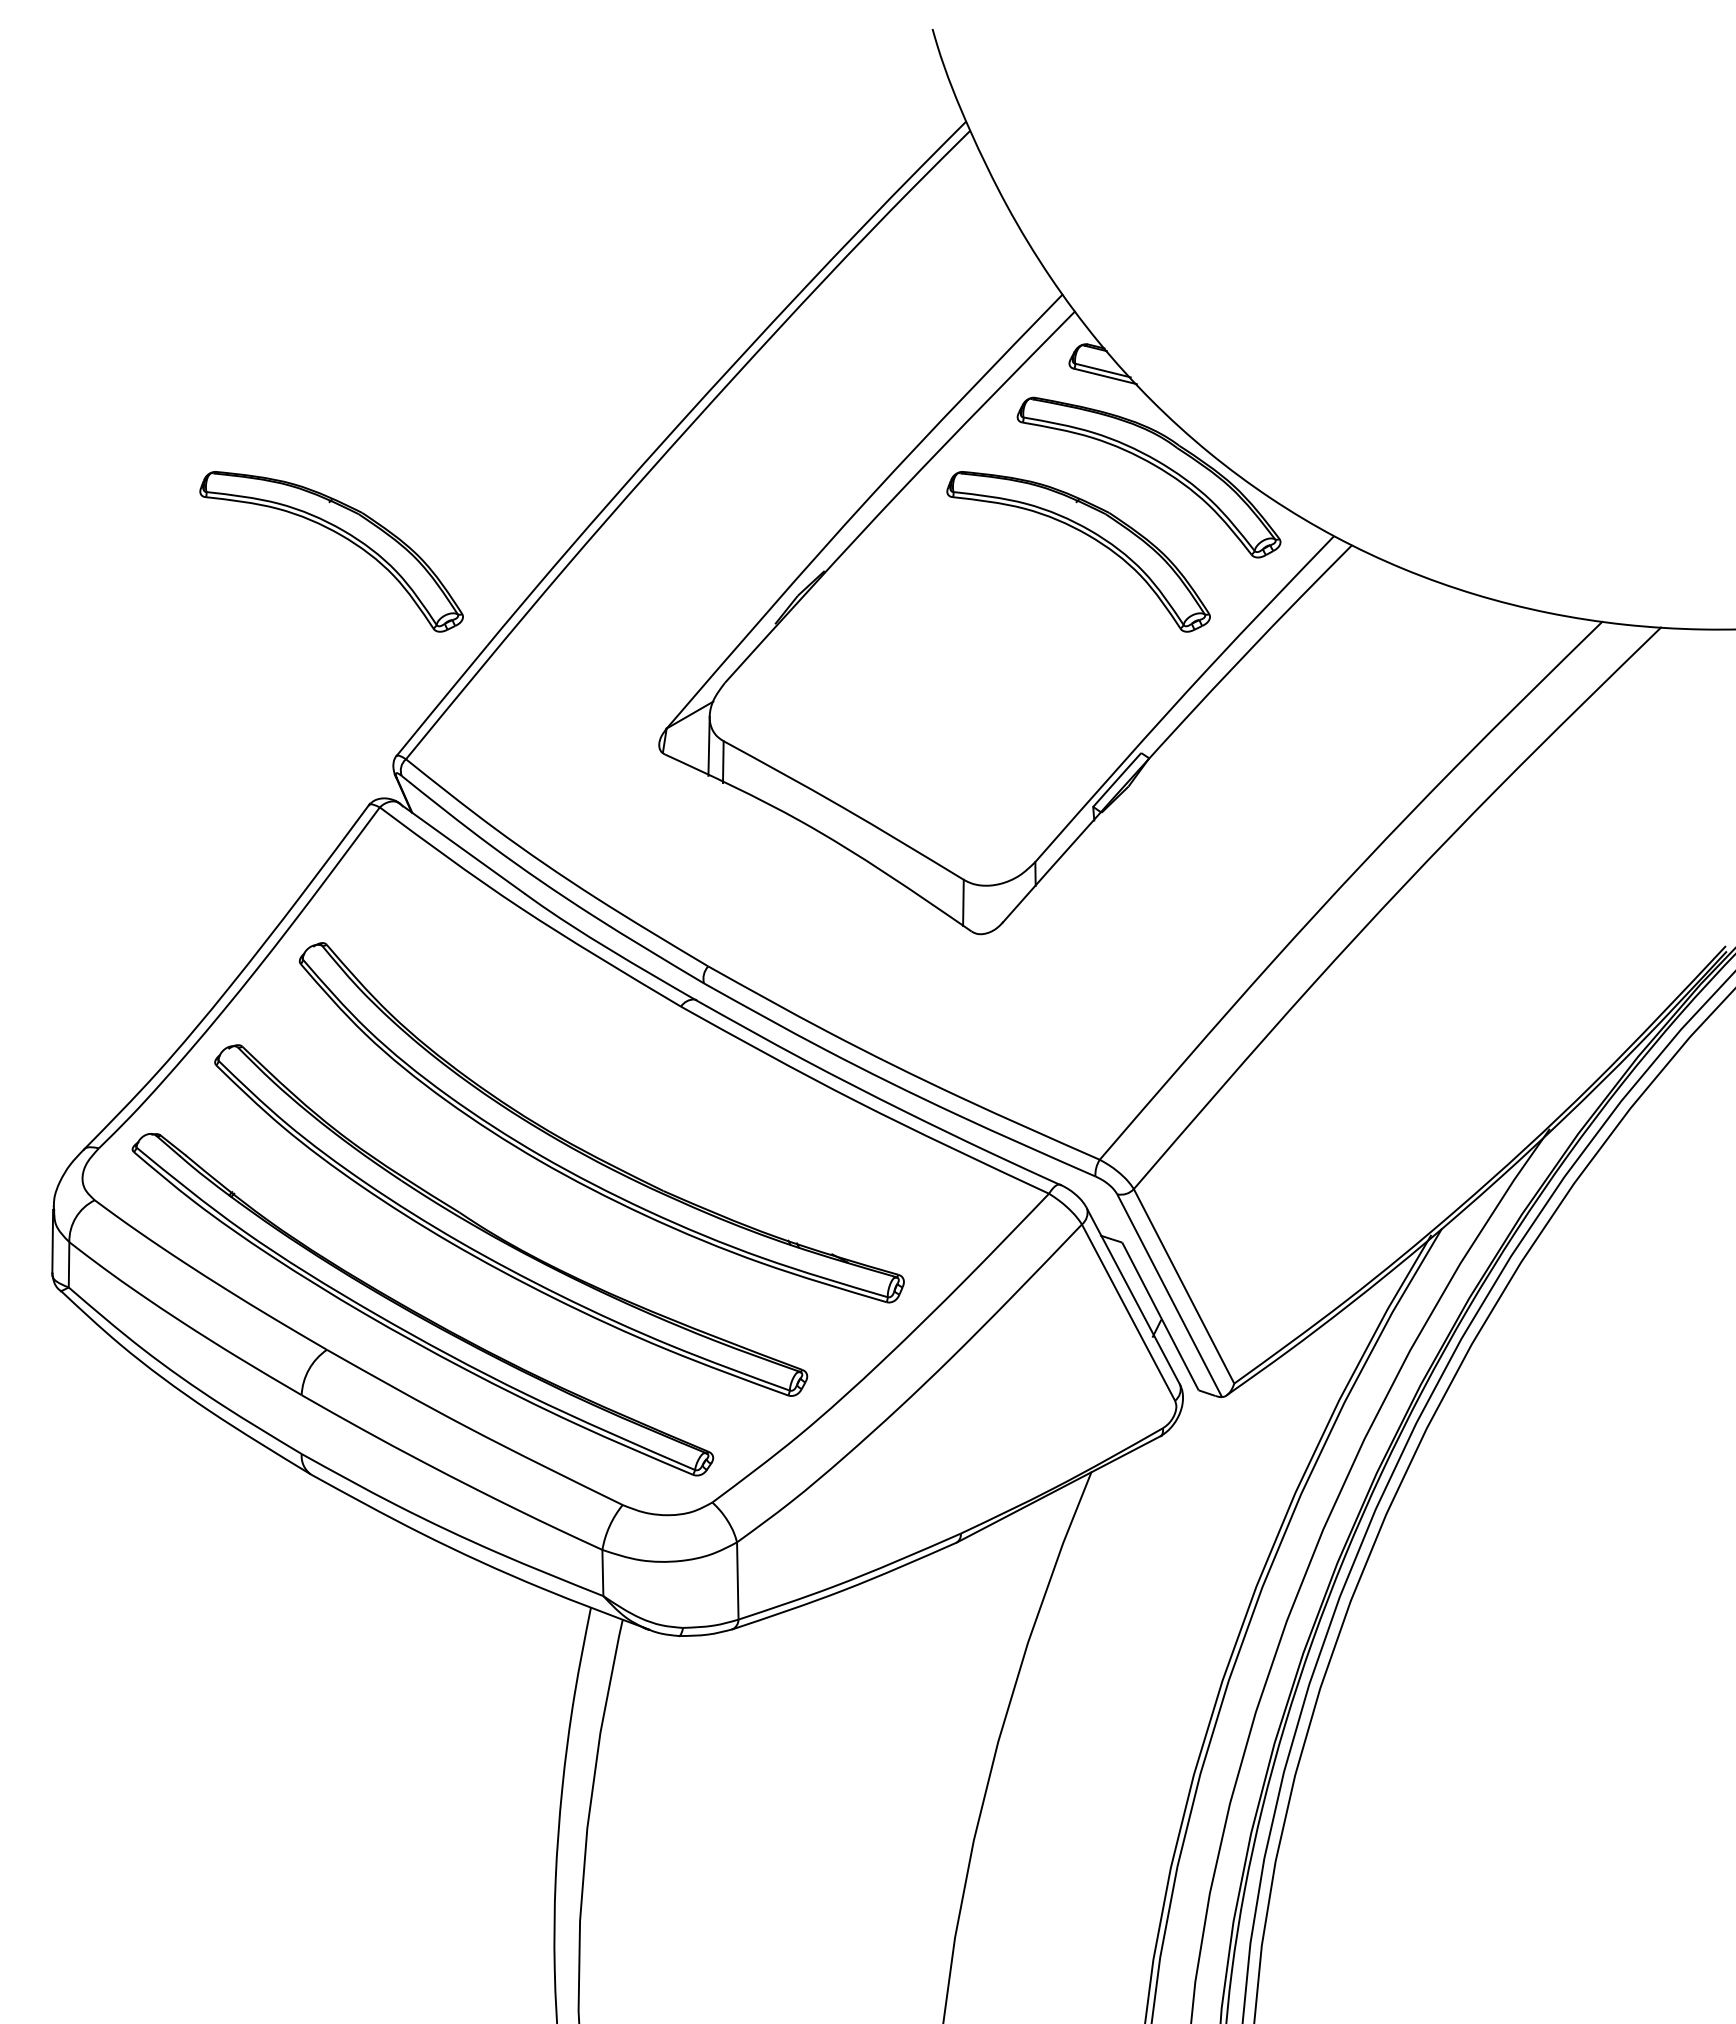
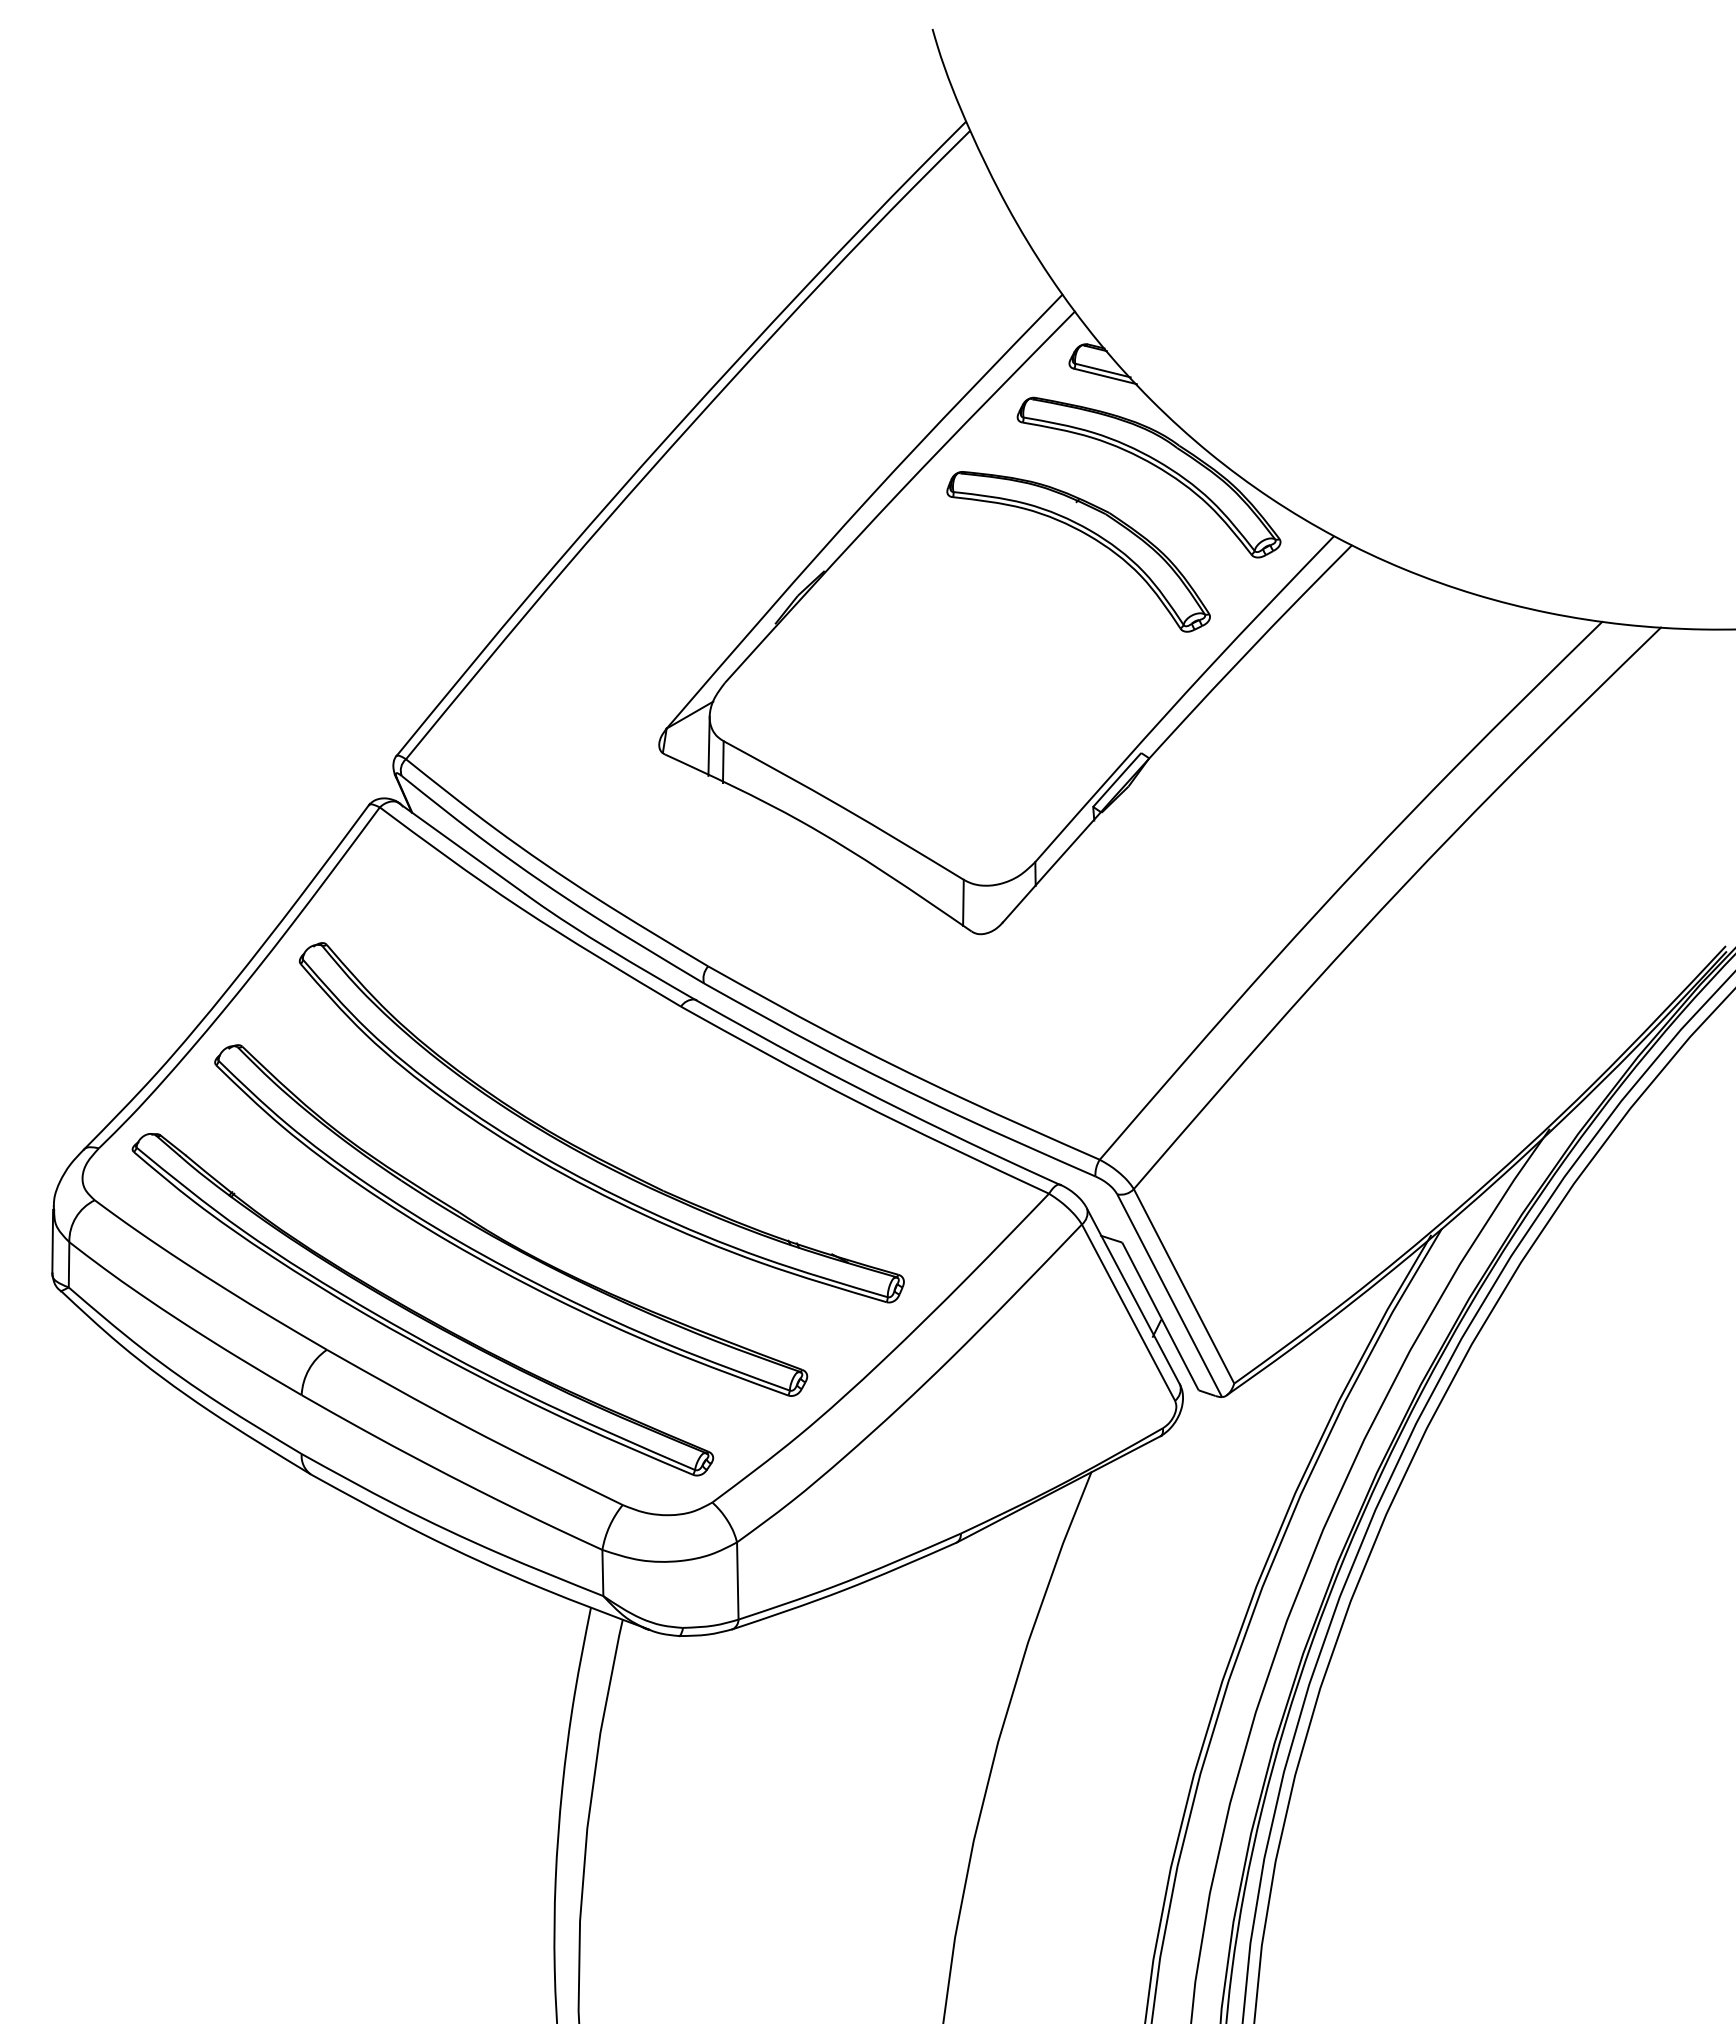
part at (342, 537): present -> none
